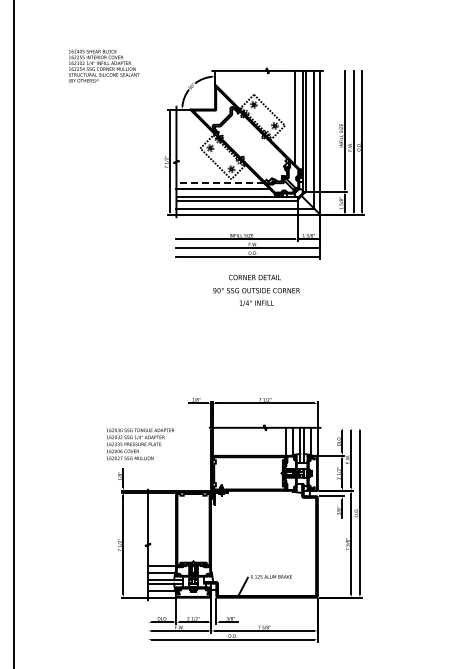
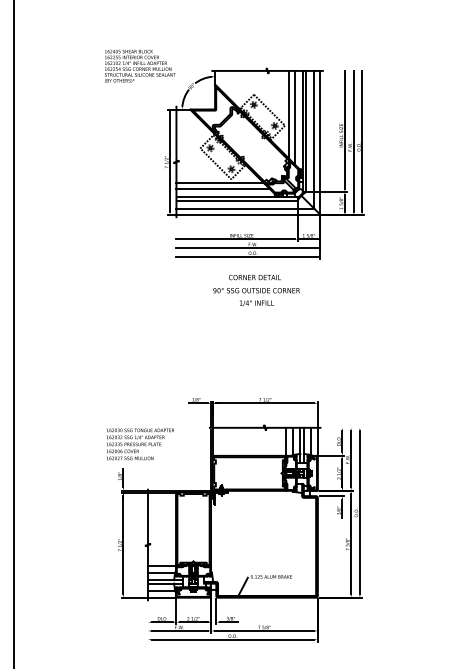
text at (104, 65) position: (104, 65) -> (140, 65)
line at (288, 114): none -> present
line at (220, 183): dashed -> solid
